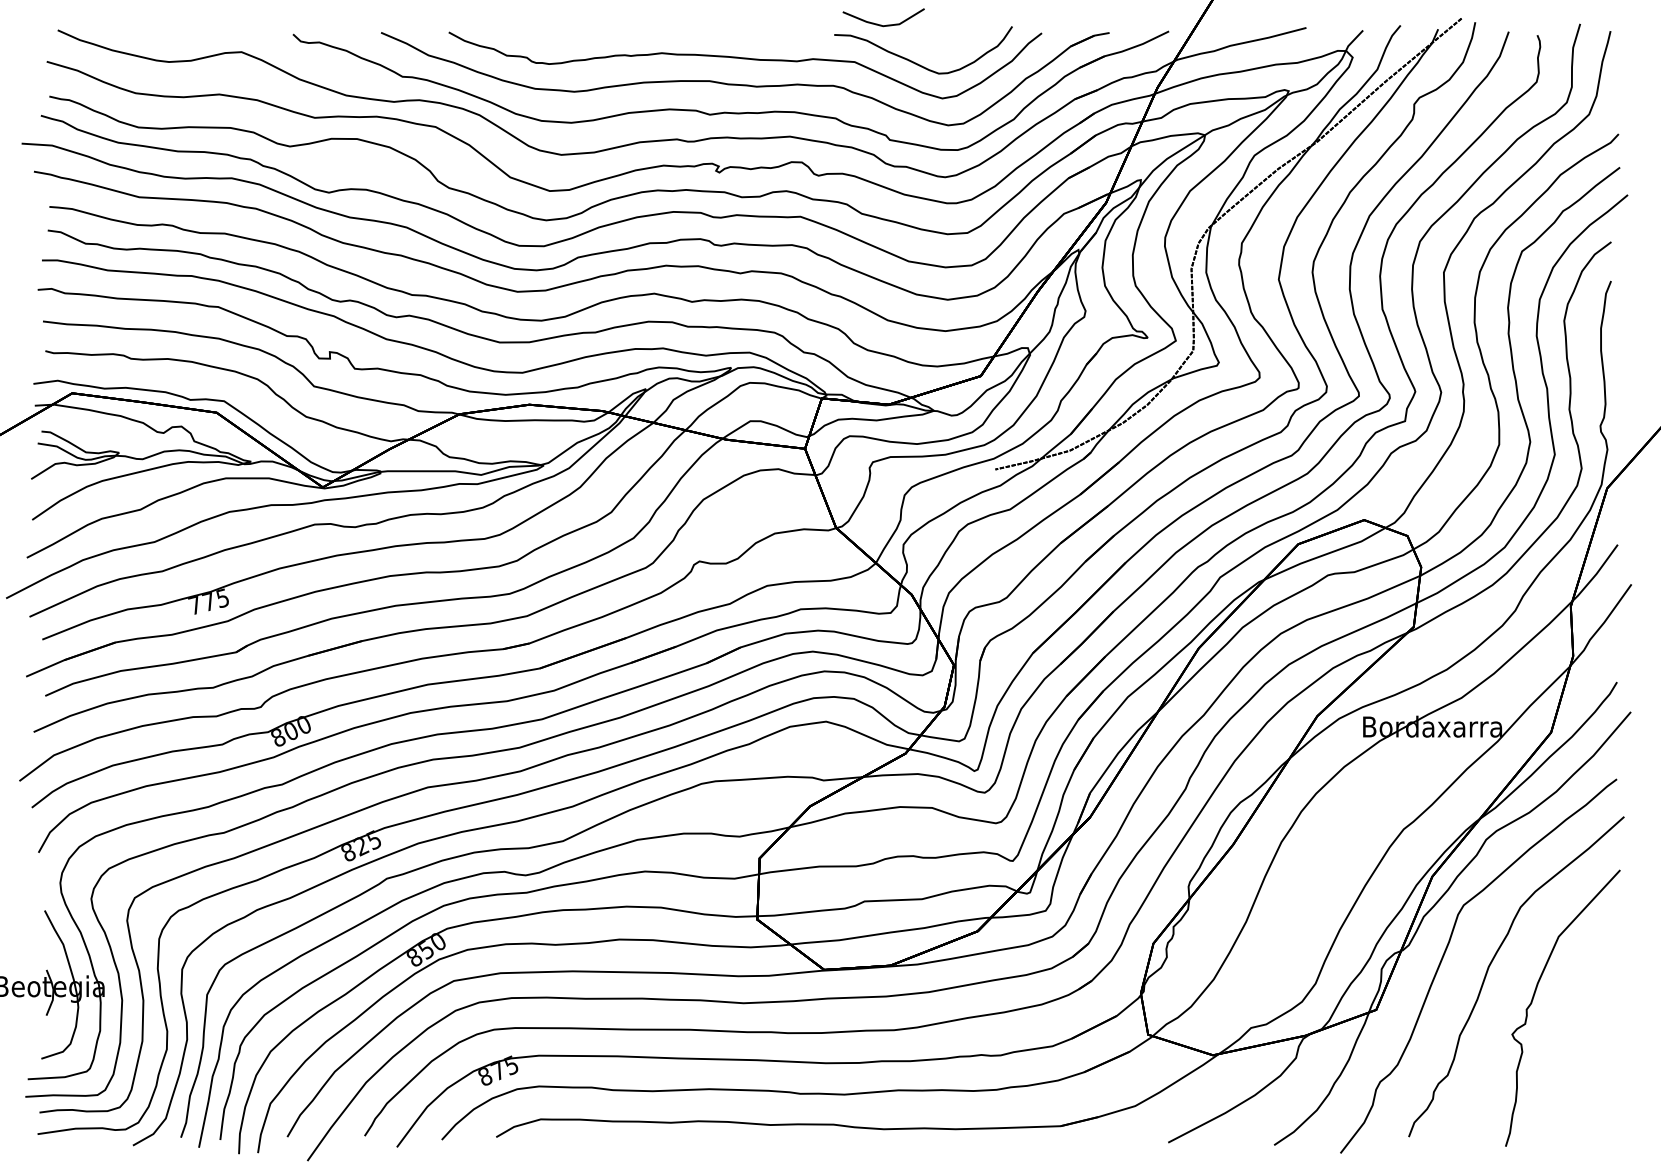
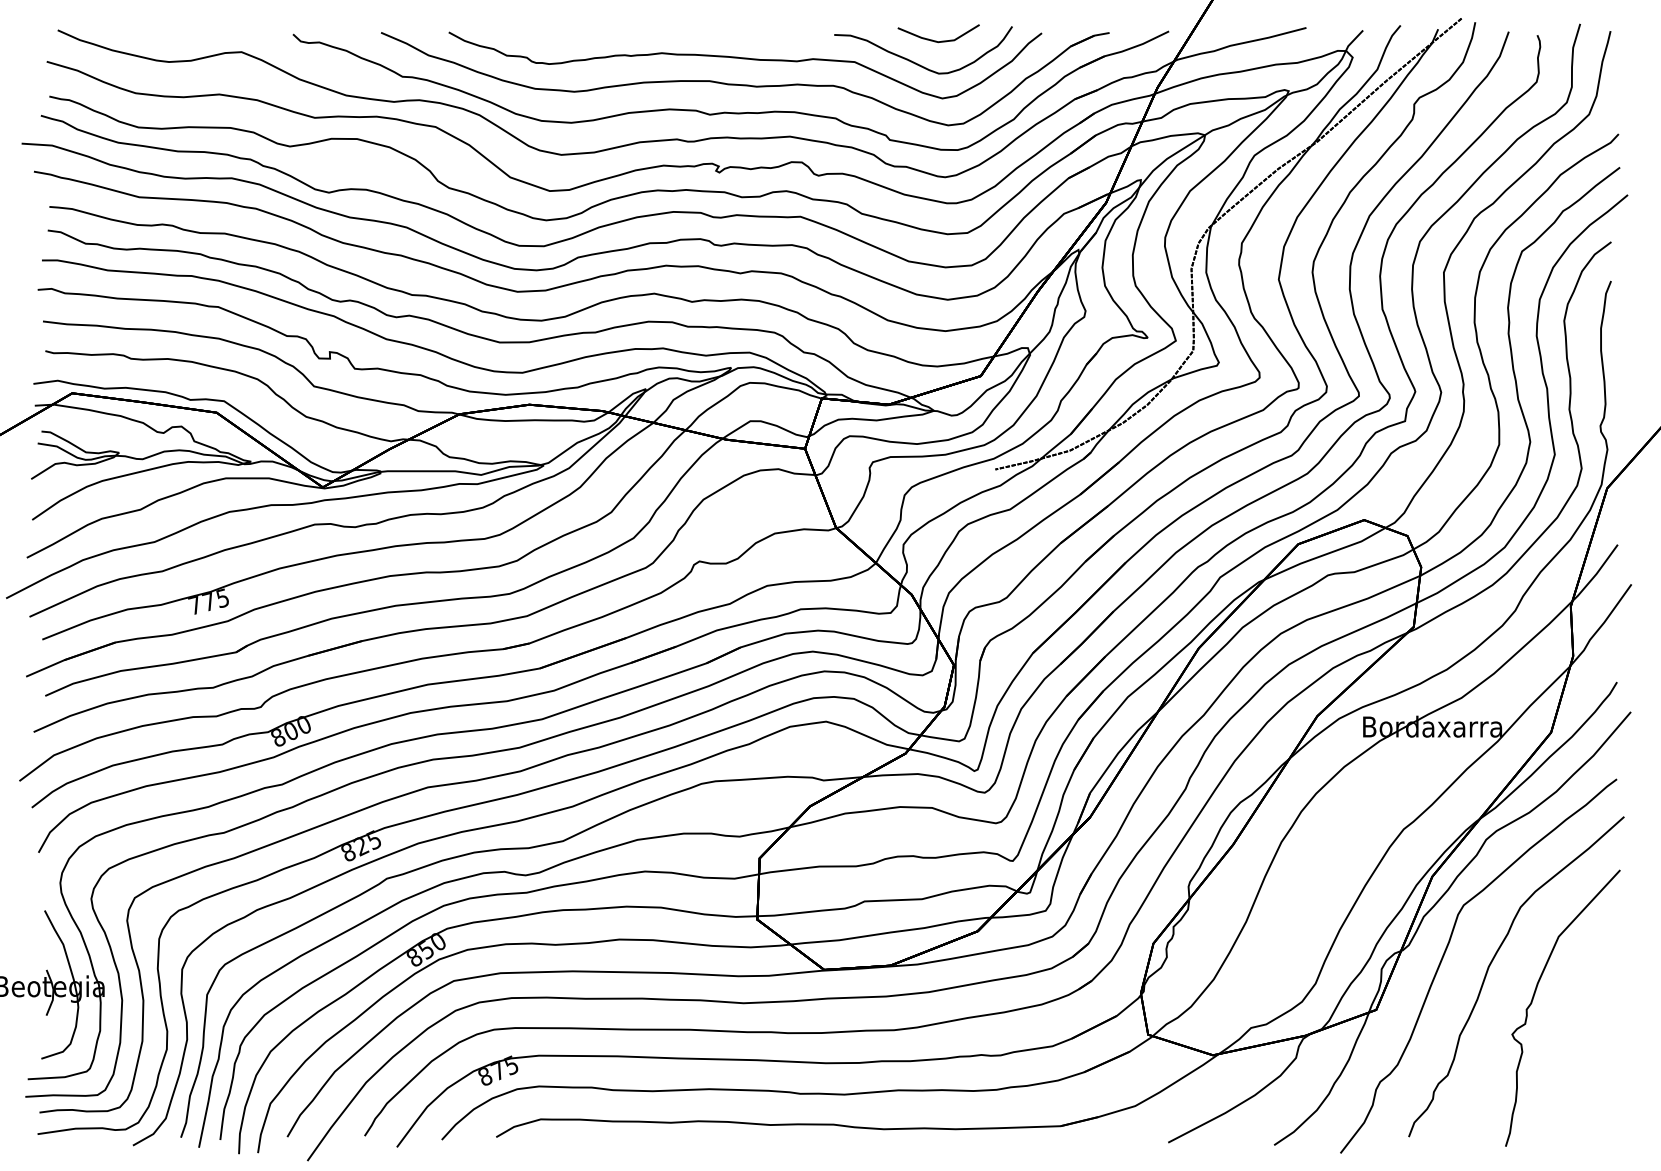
line at (881, 24) position: (881, 24) -> (936, 40)
